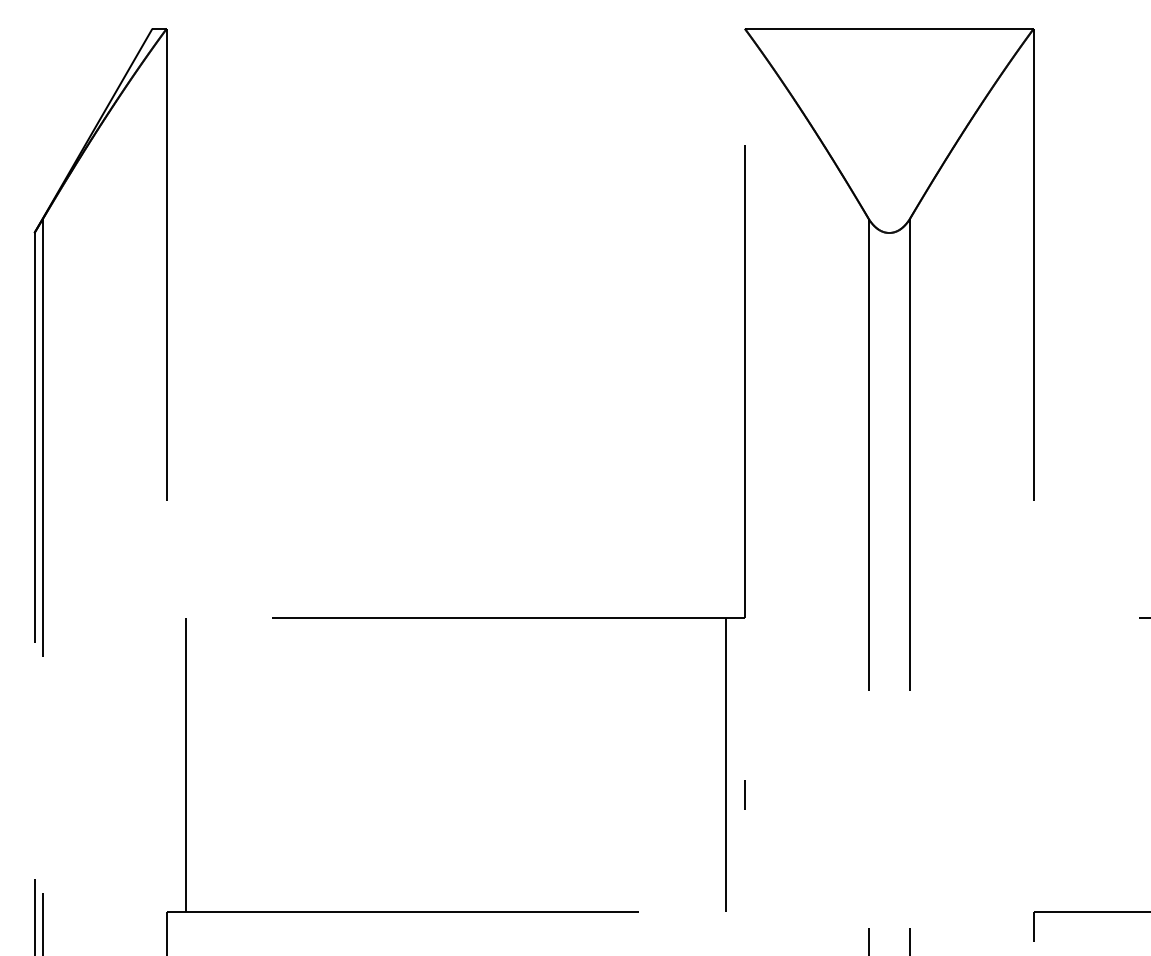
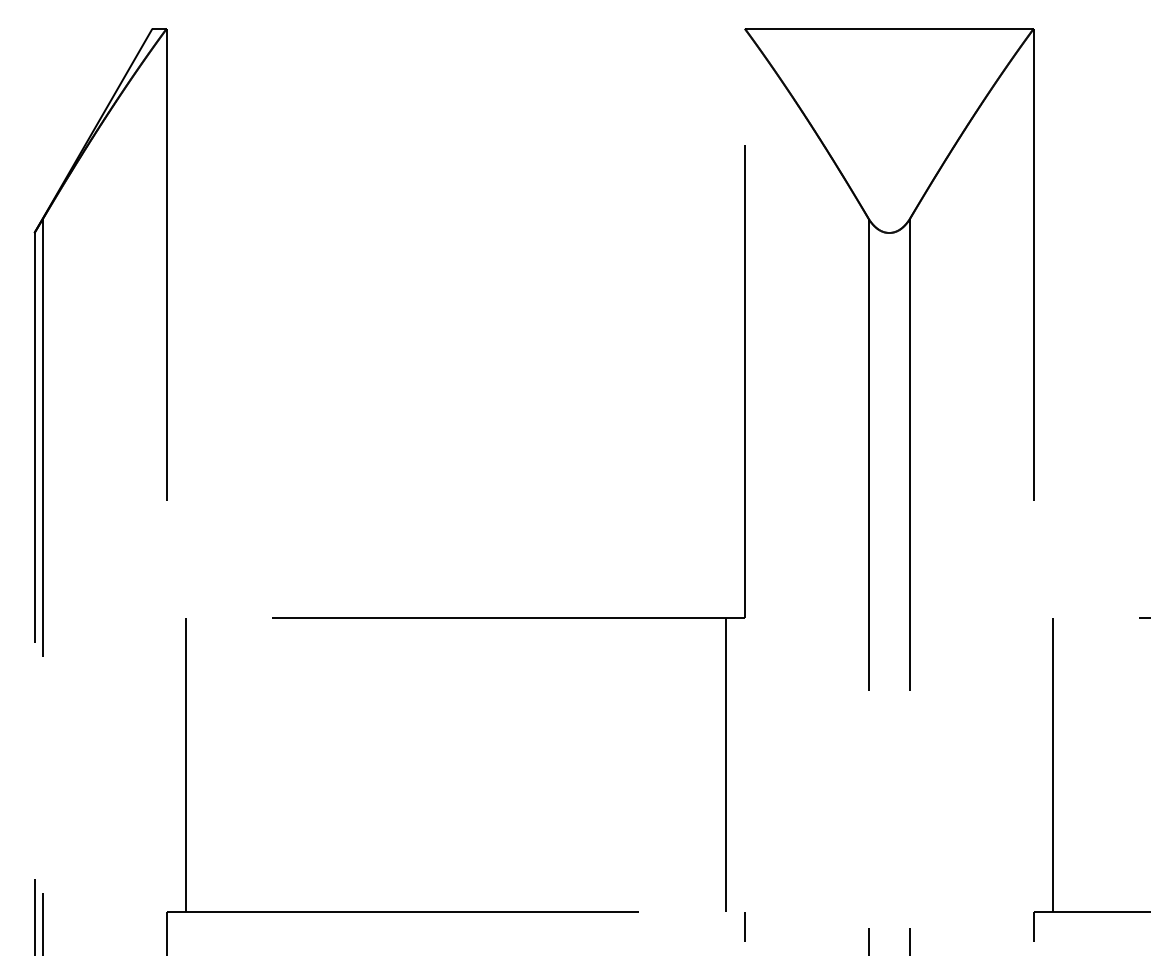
line at (1052, 764): none -> present
line at (744, 794) position: (744, 794) -> (744, 926)
